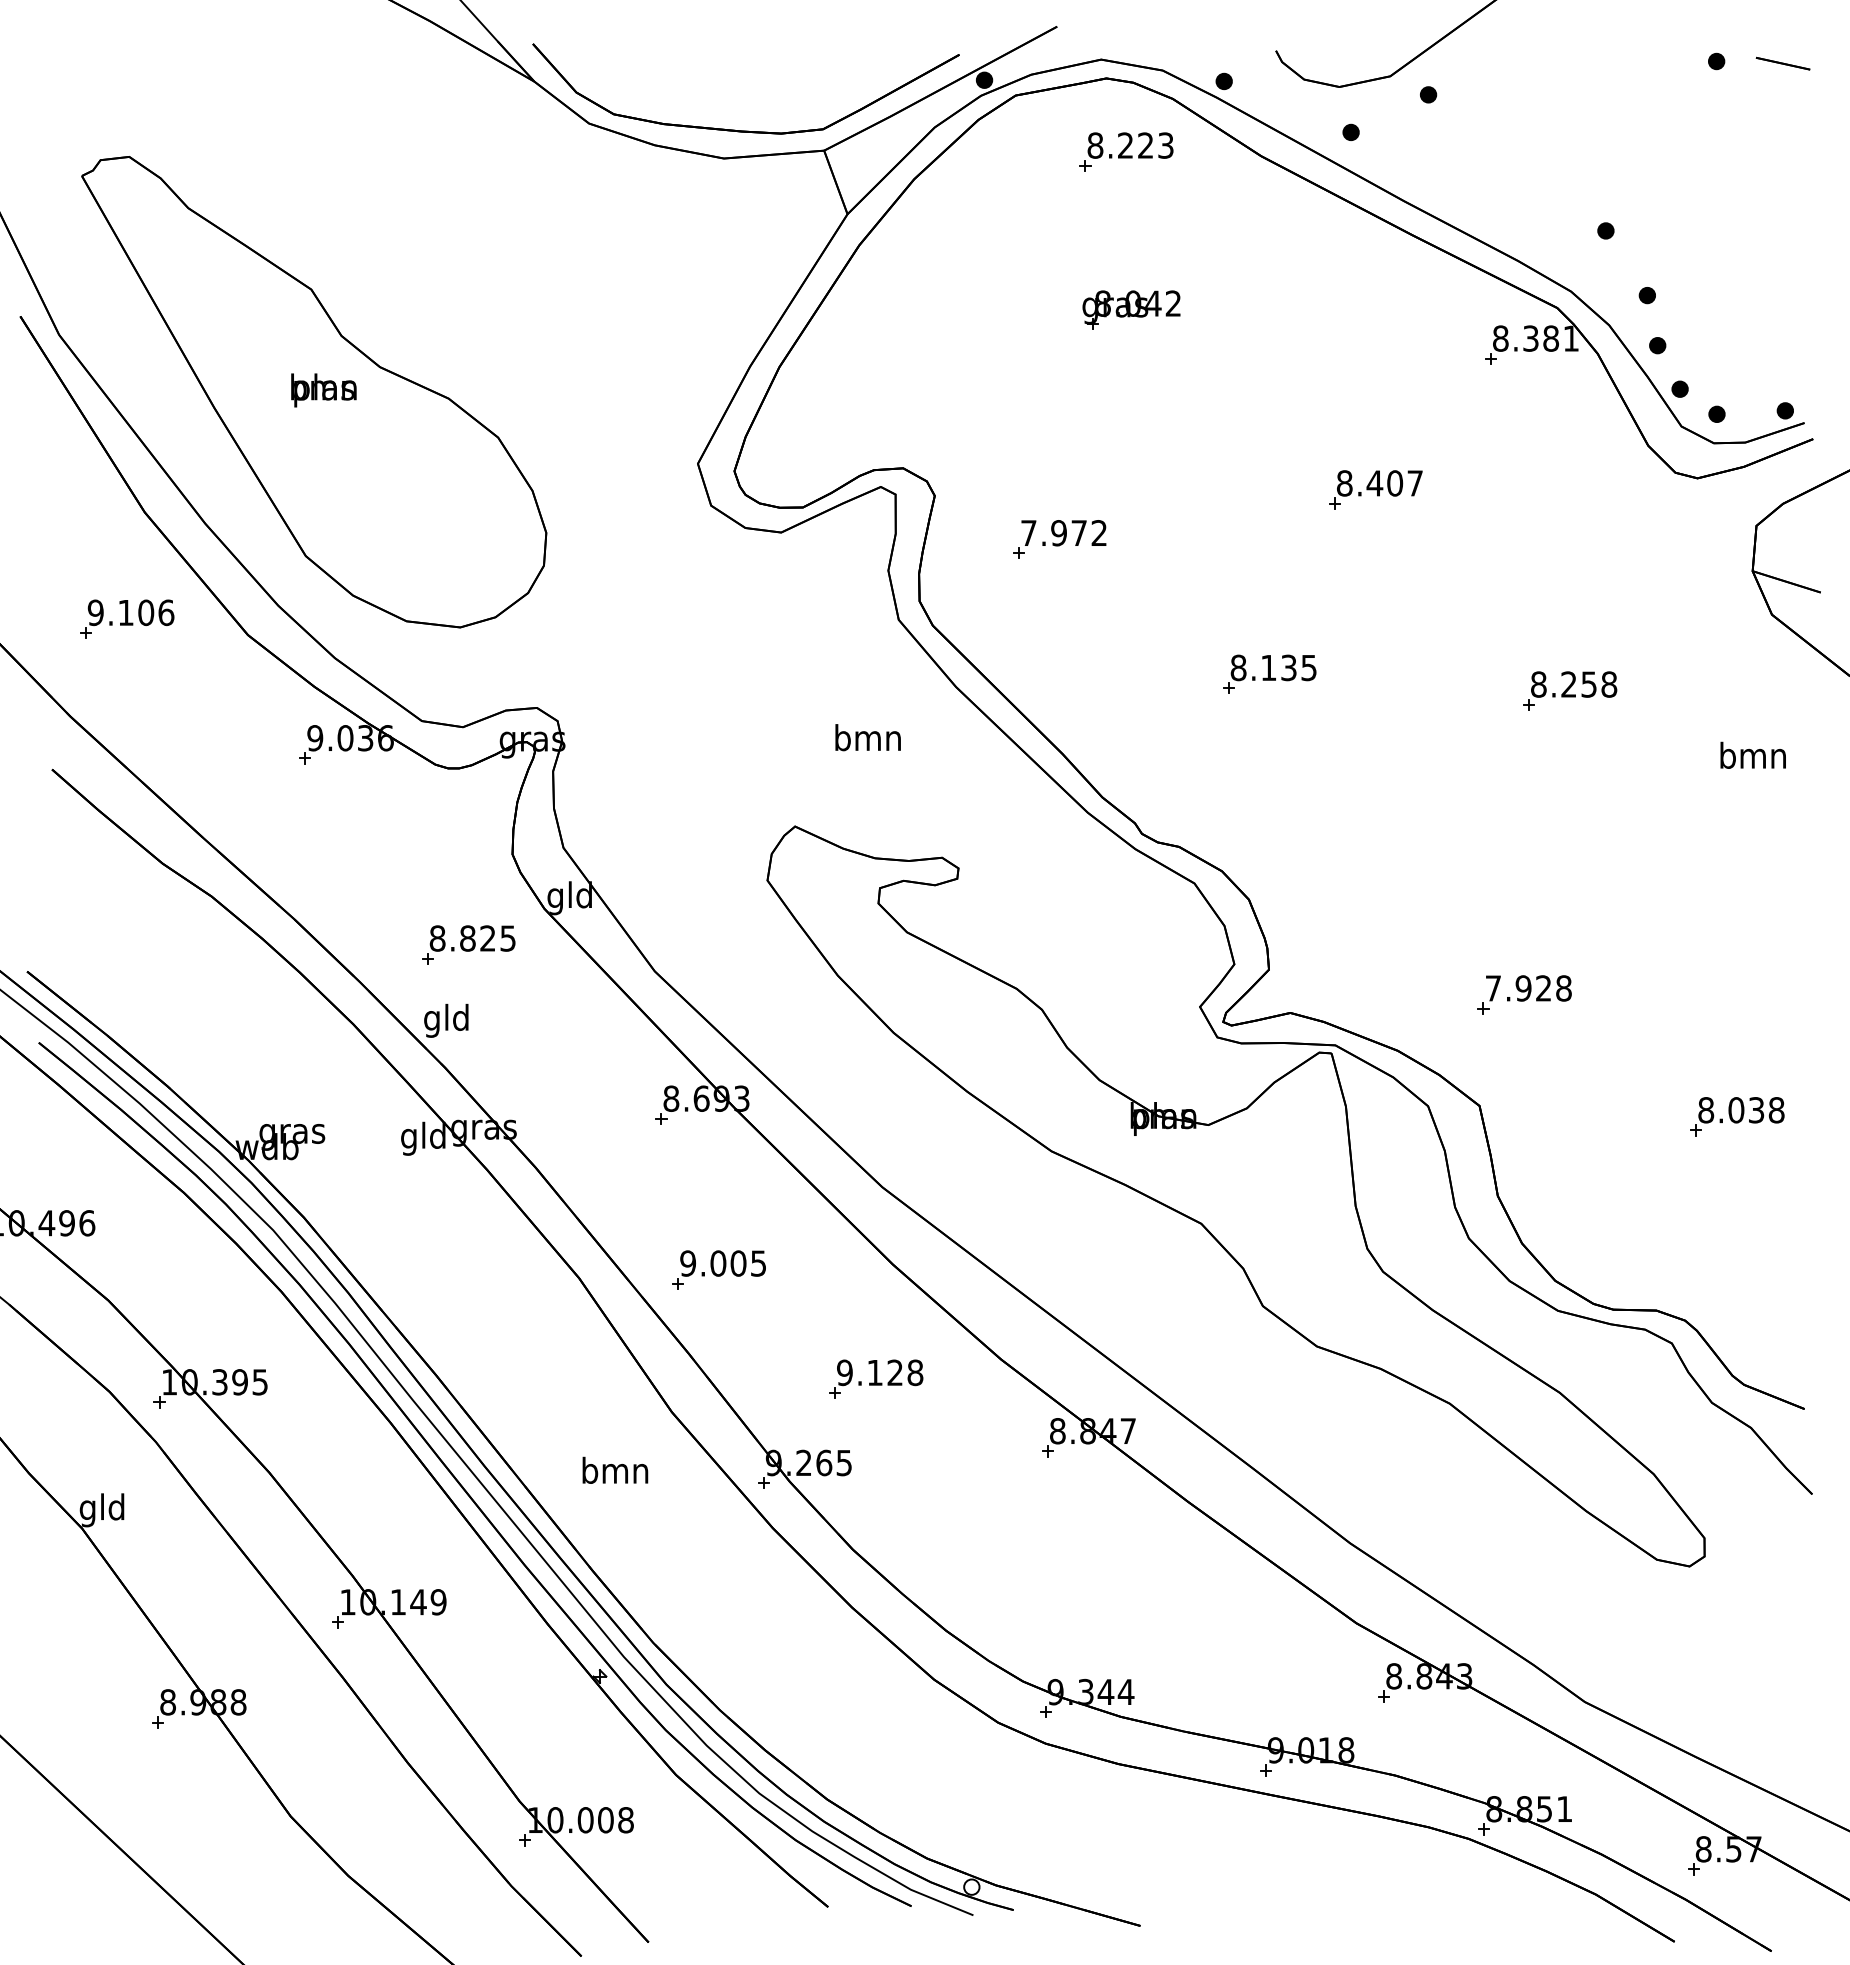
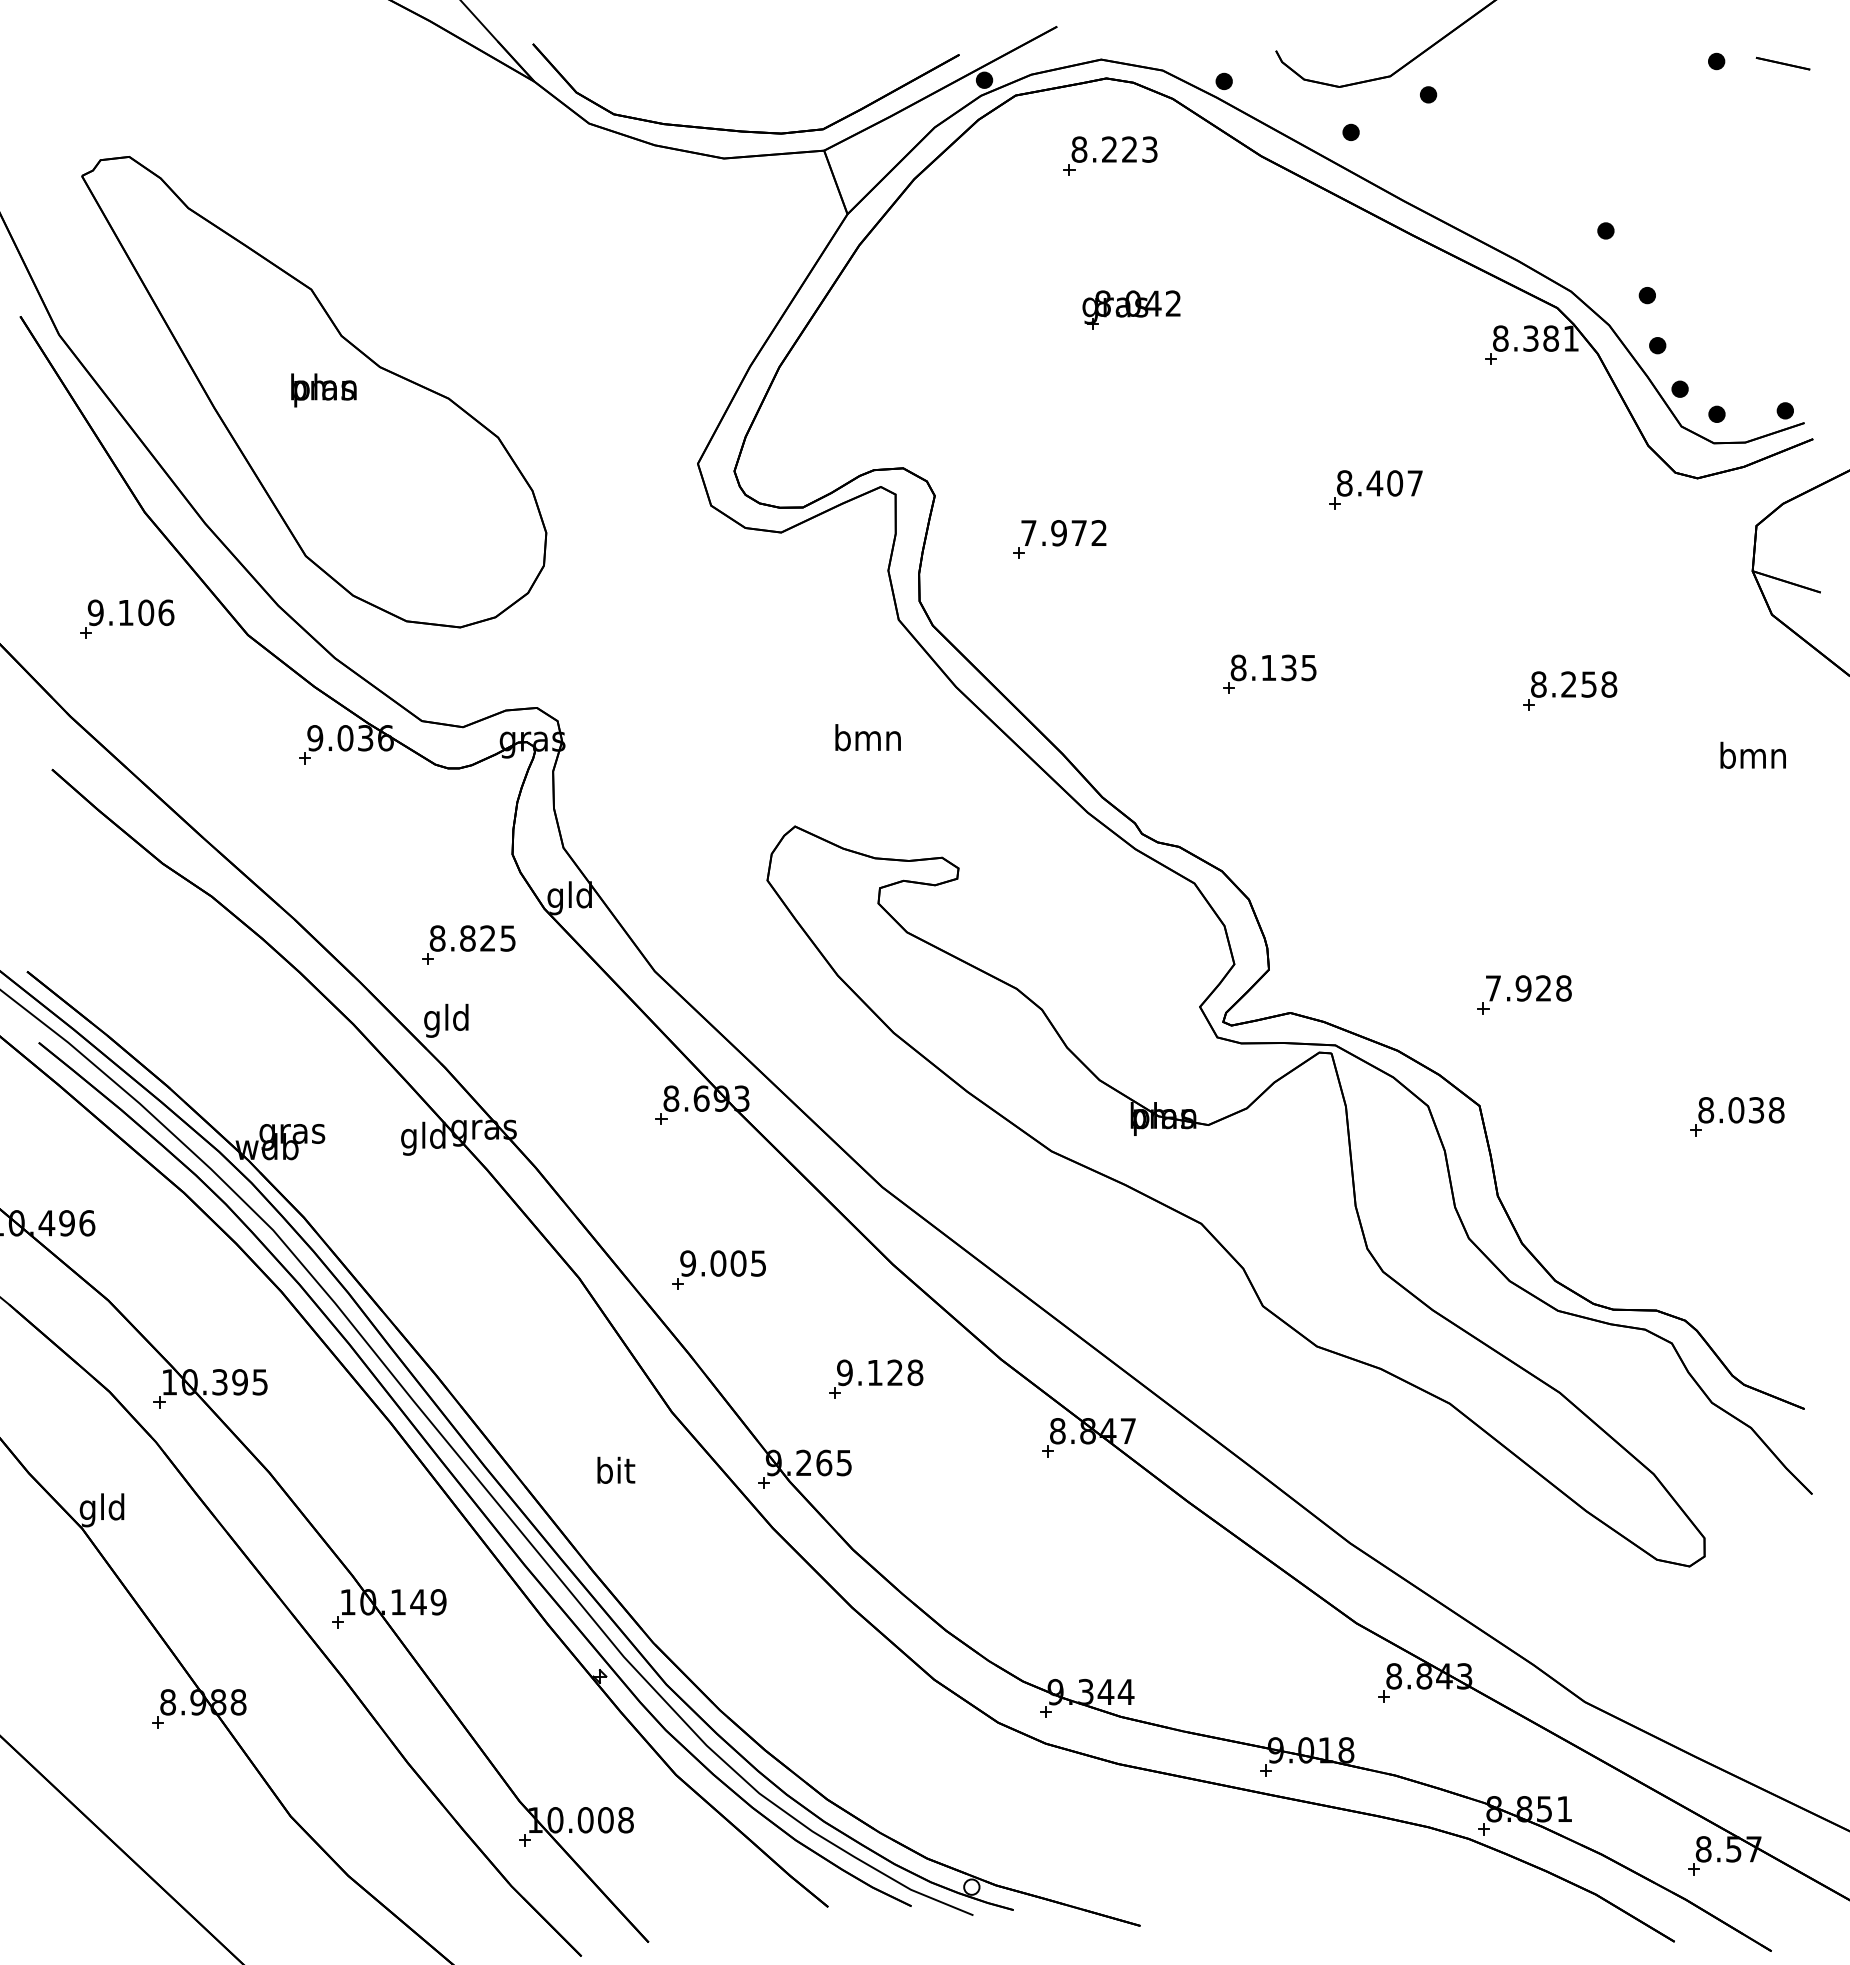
part at (1126, 151) position: (1126, 151) -> (1110, 155)
text at (615, 1469): bmn -> bit
